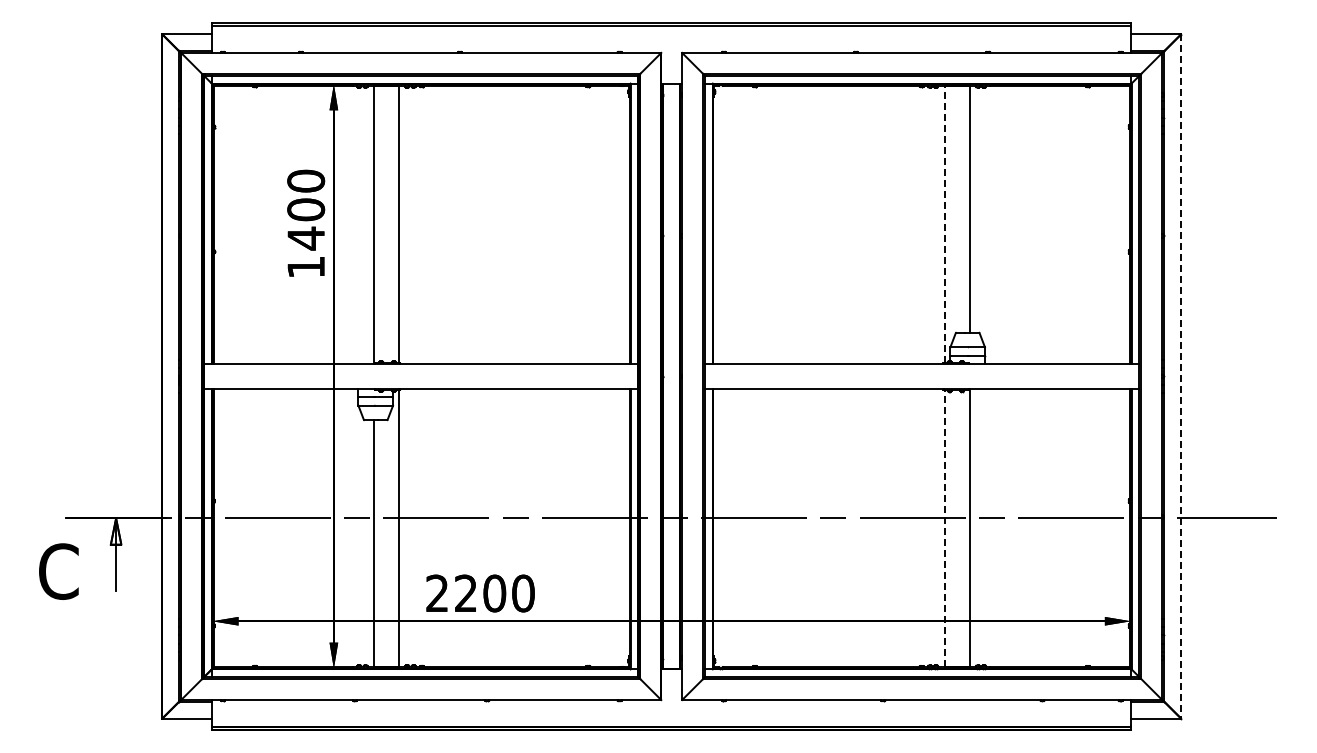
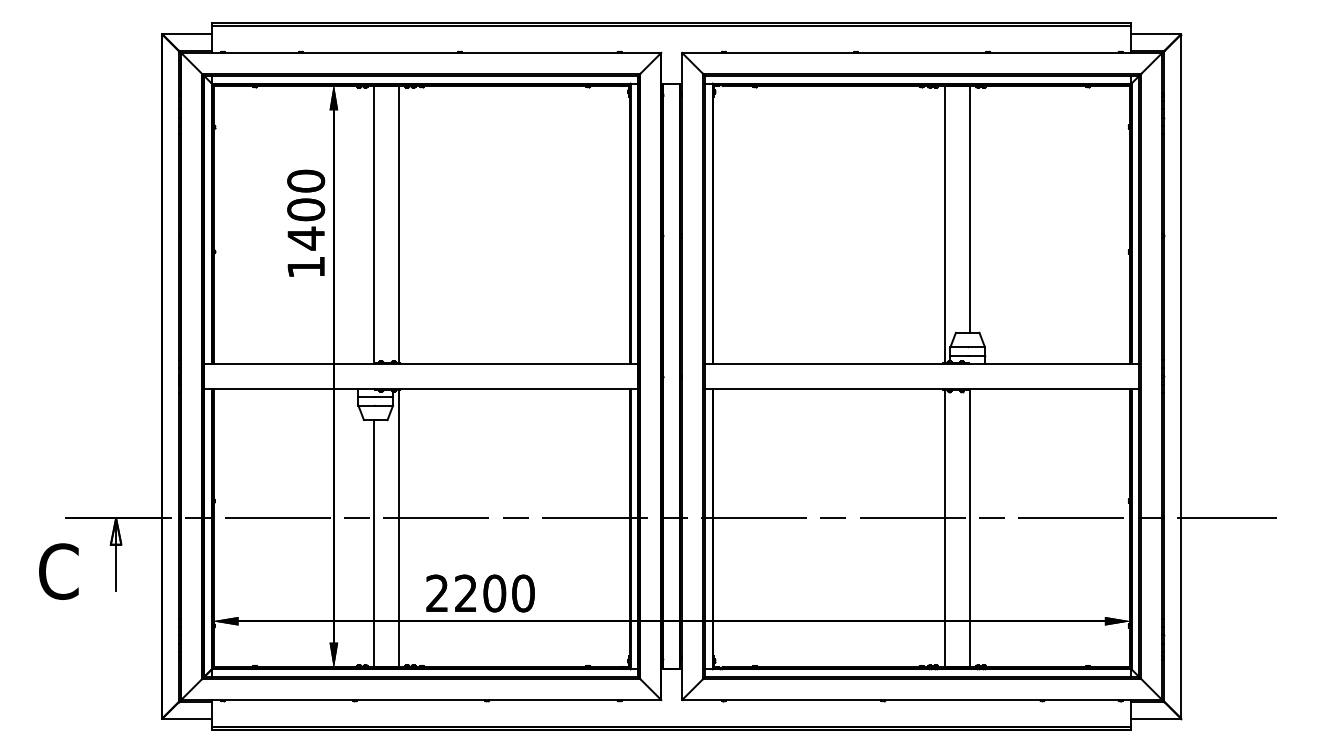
line at (944, 224): dashed -> solid
line at (1181, 377): dashed -> solid
line at (944, 527): dashed -> solid
